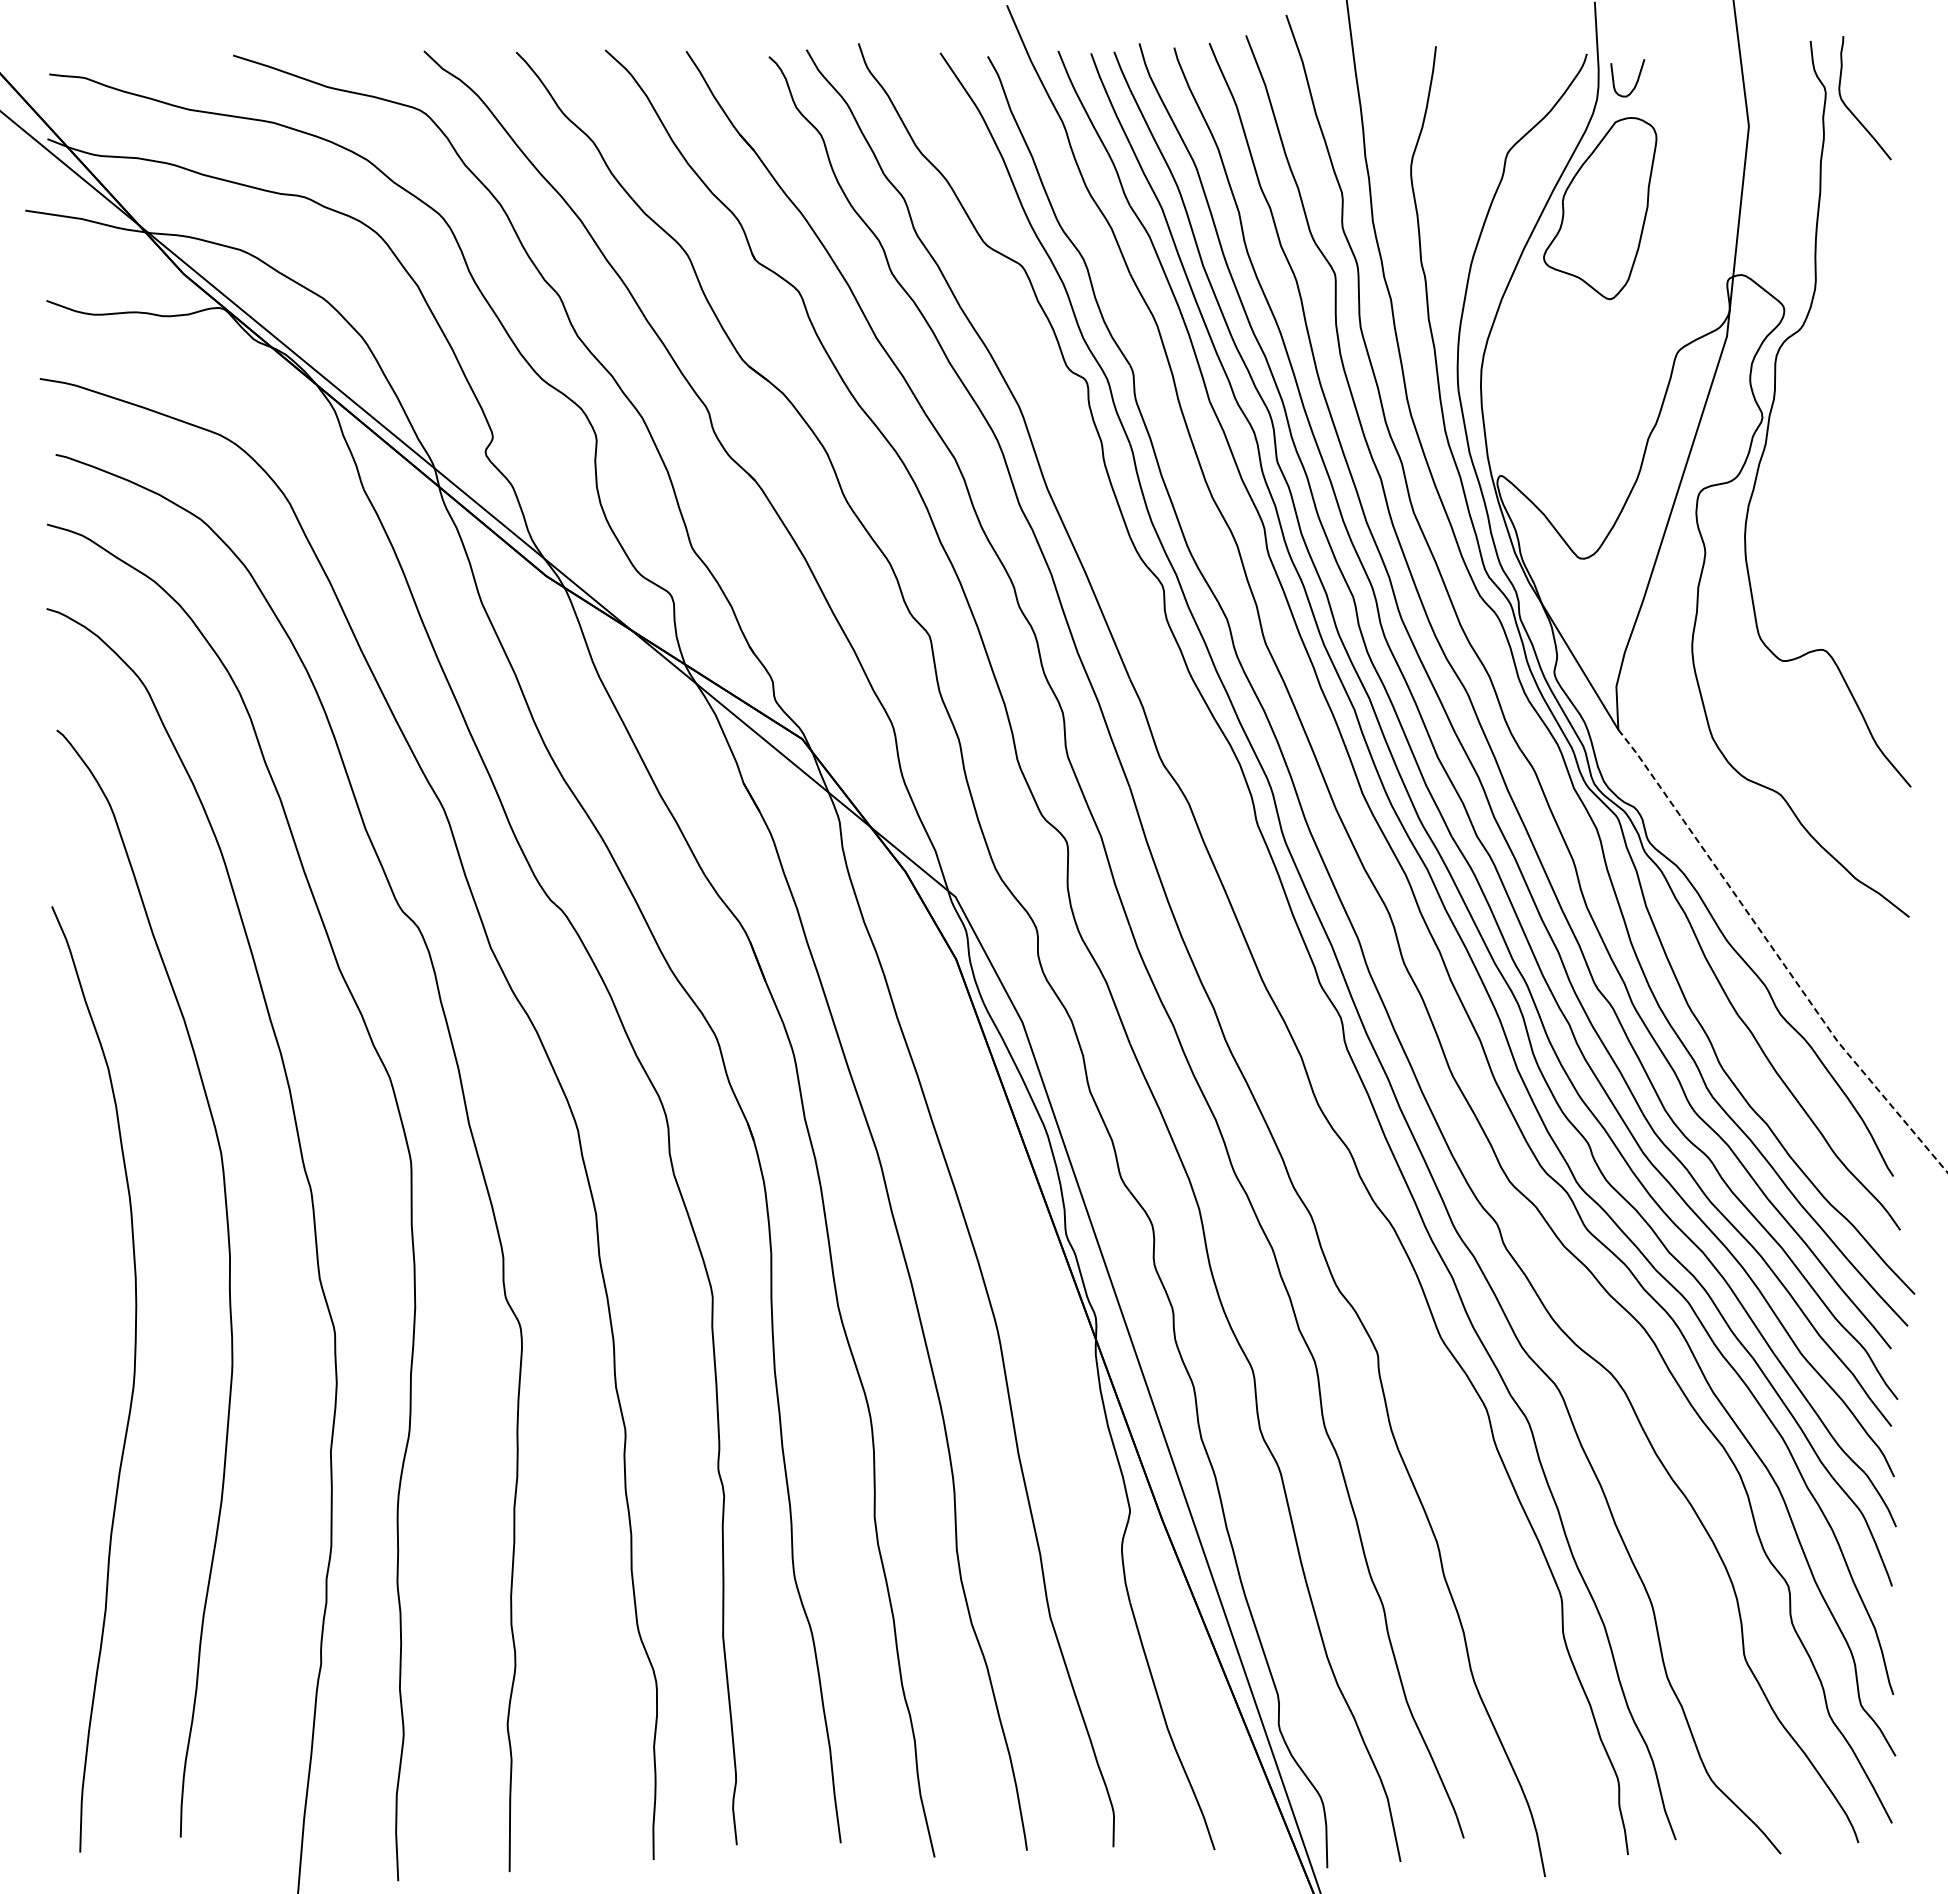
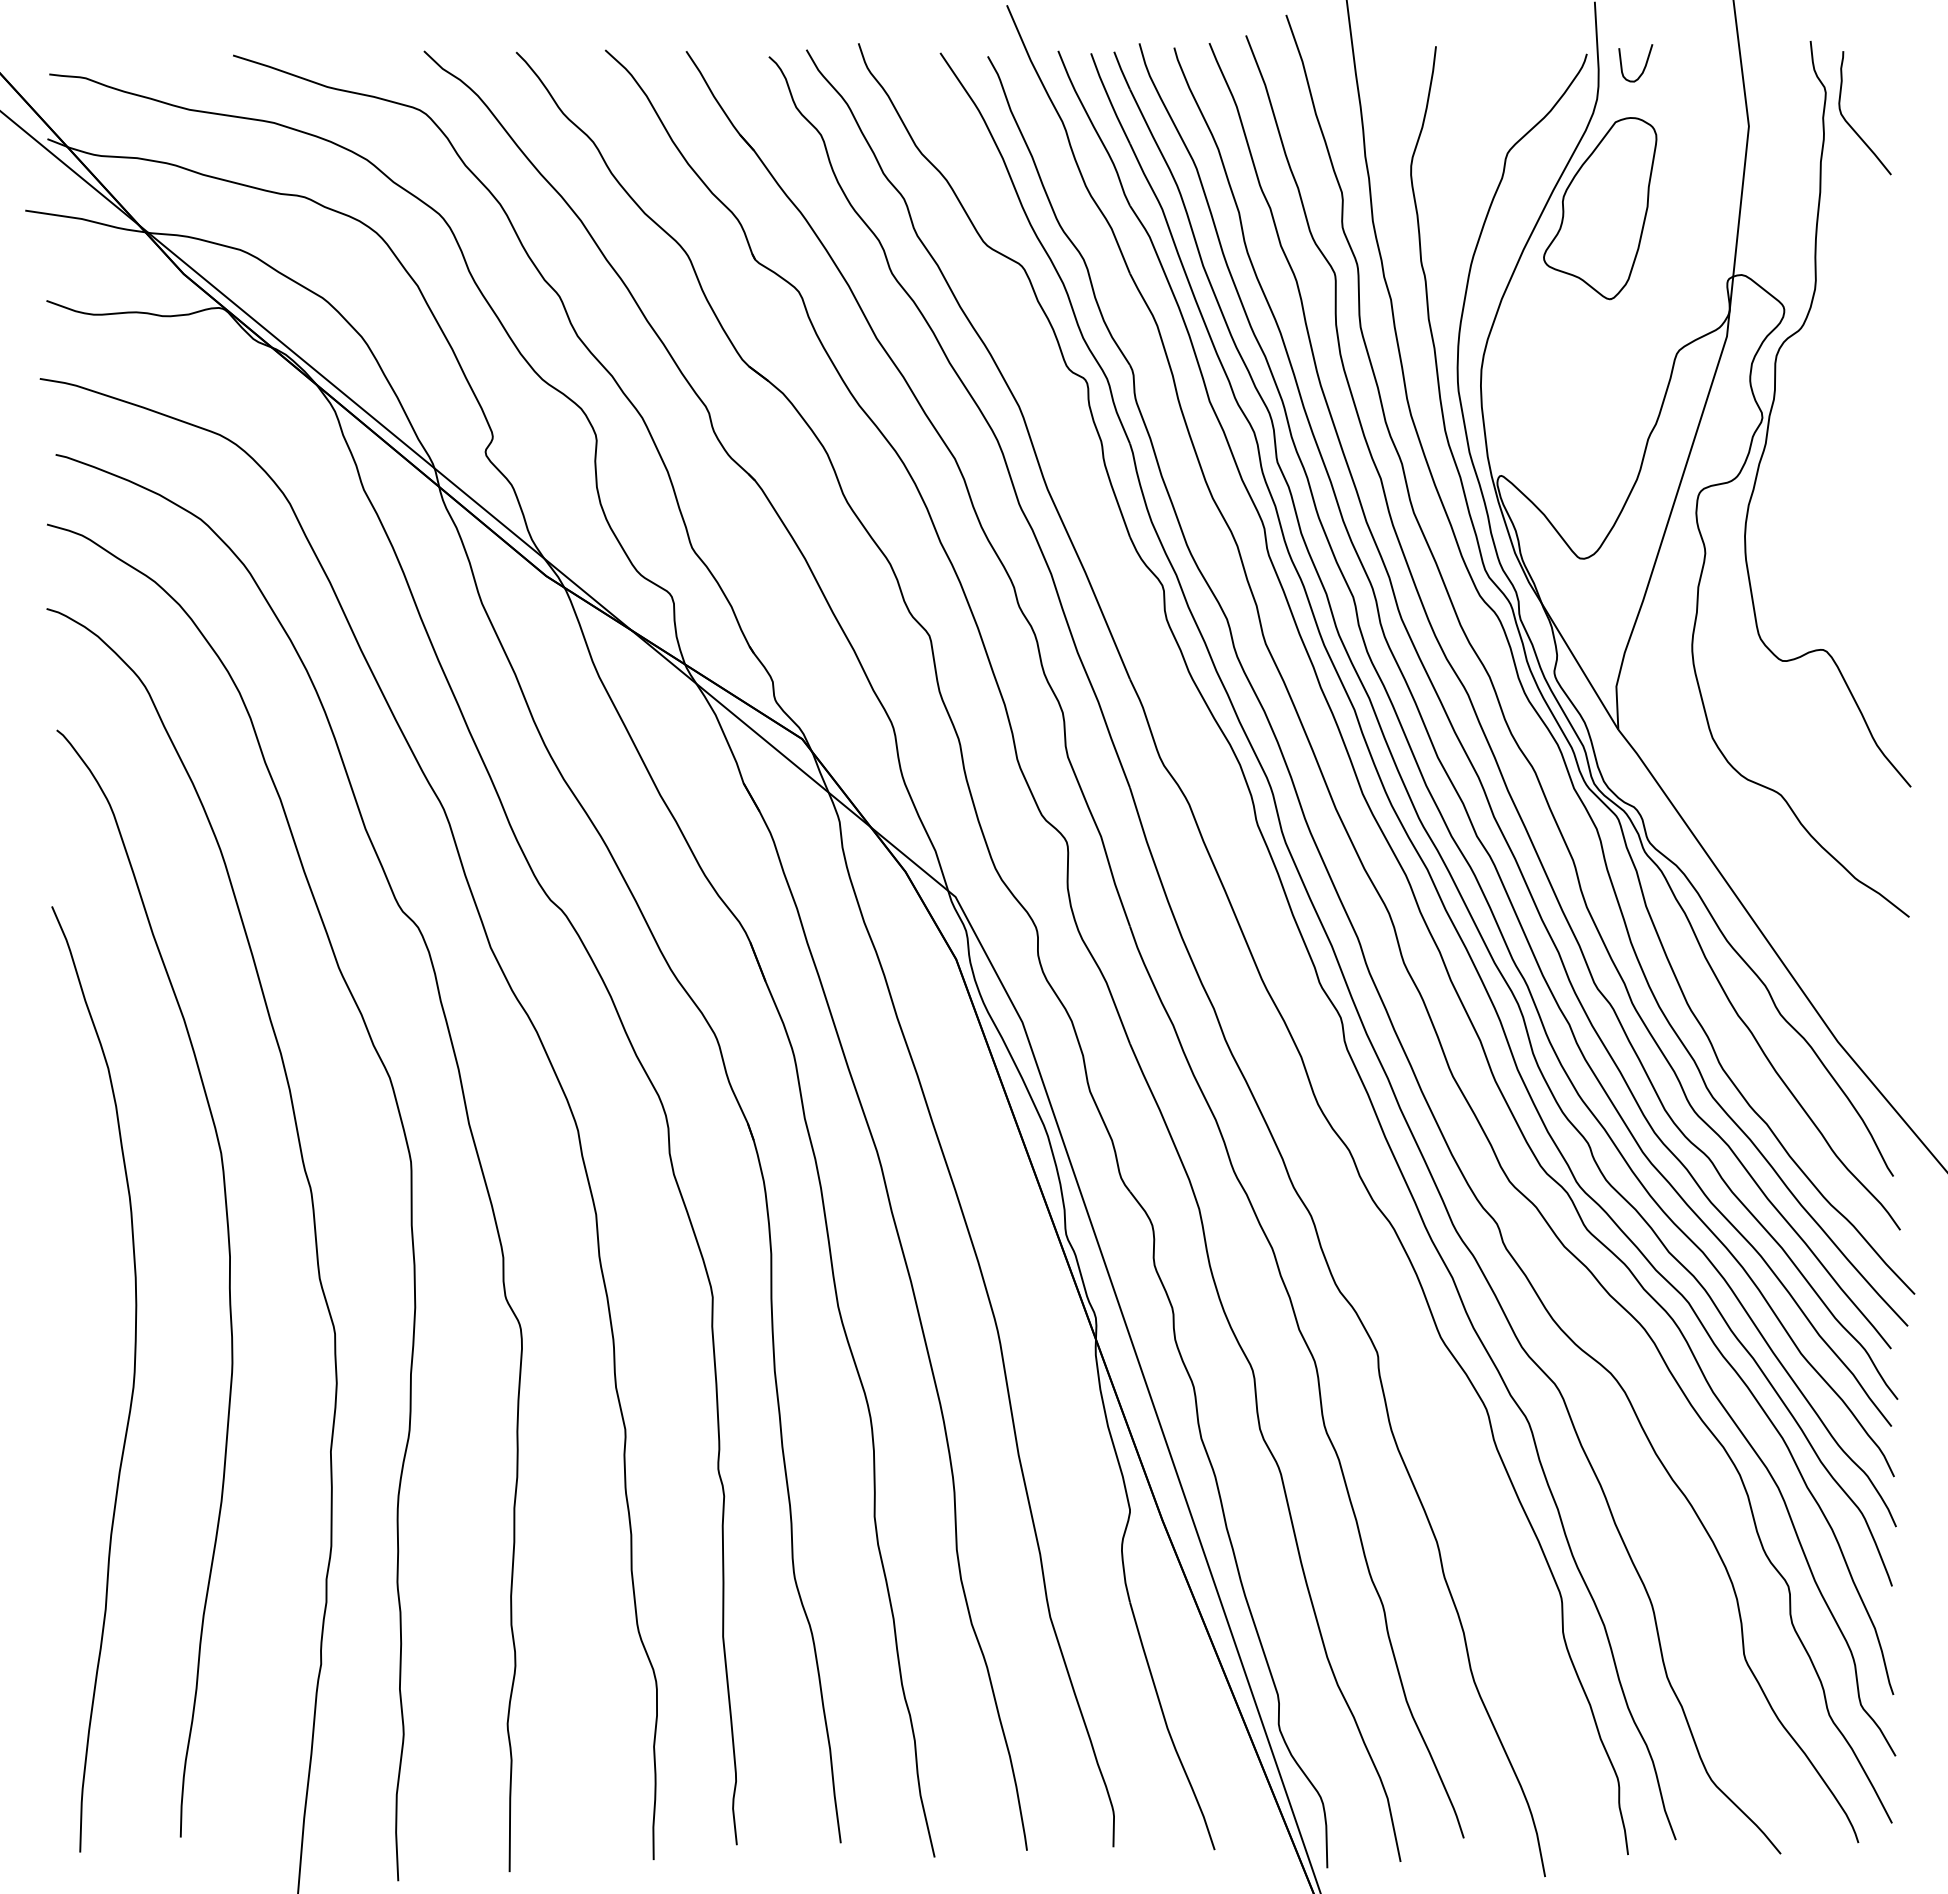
curve at (1635, 83) position: (1635, 83) -> (1643, 68)
curve at (1850, 109) position: (1850, 109) -> (1850, 124)
line at (1777, 955): dashed -> solid
